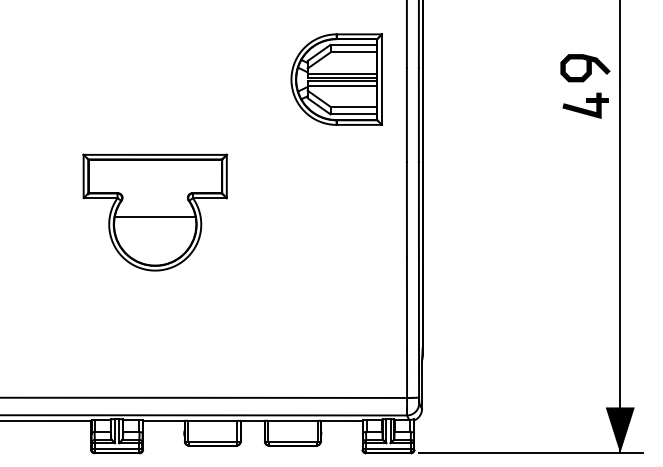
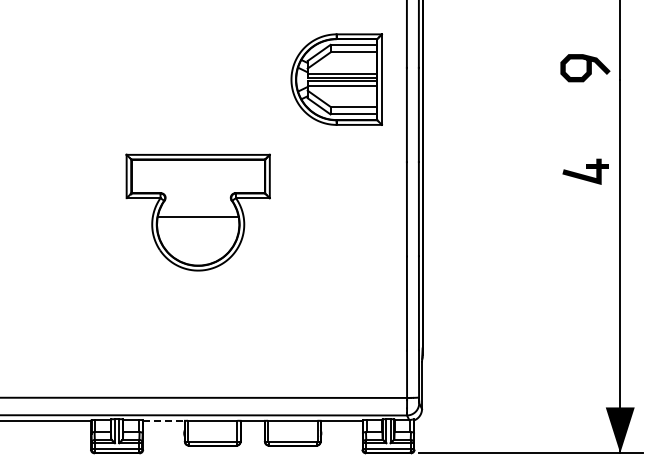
part at (585, 105) position: (585, 105) -> (585, 171)
part at (154, 212) position: (154, 212) -> (197, 212)
line at (163, 421): solid -> dashed
